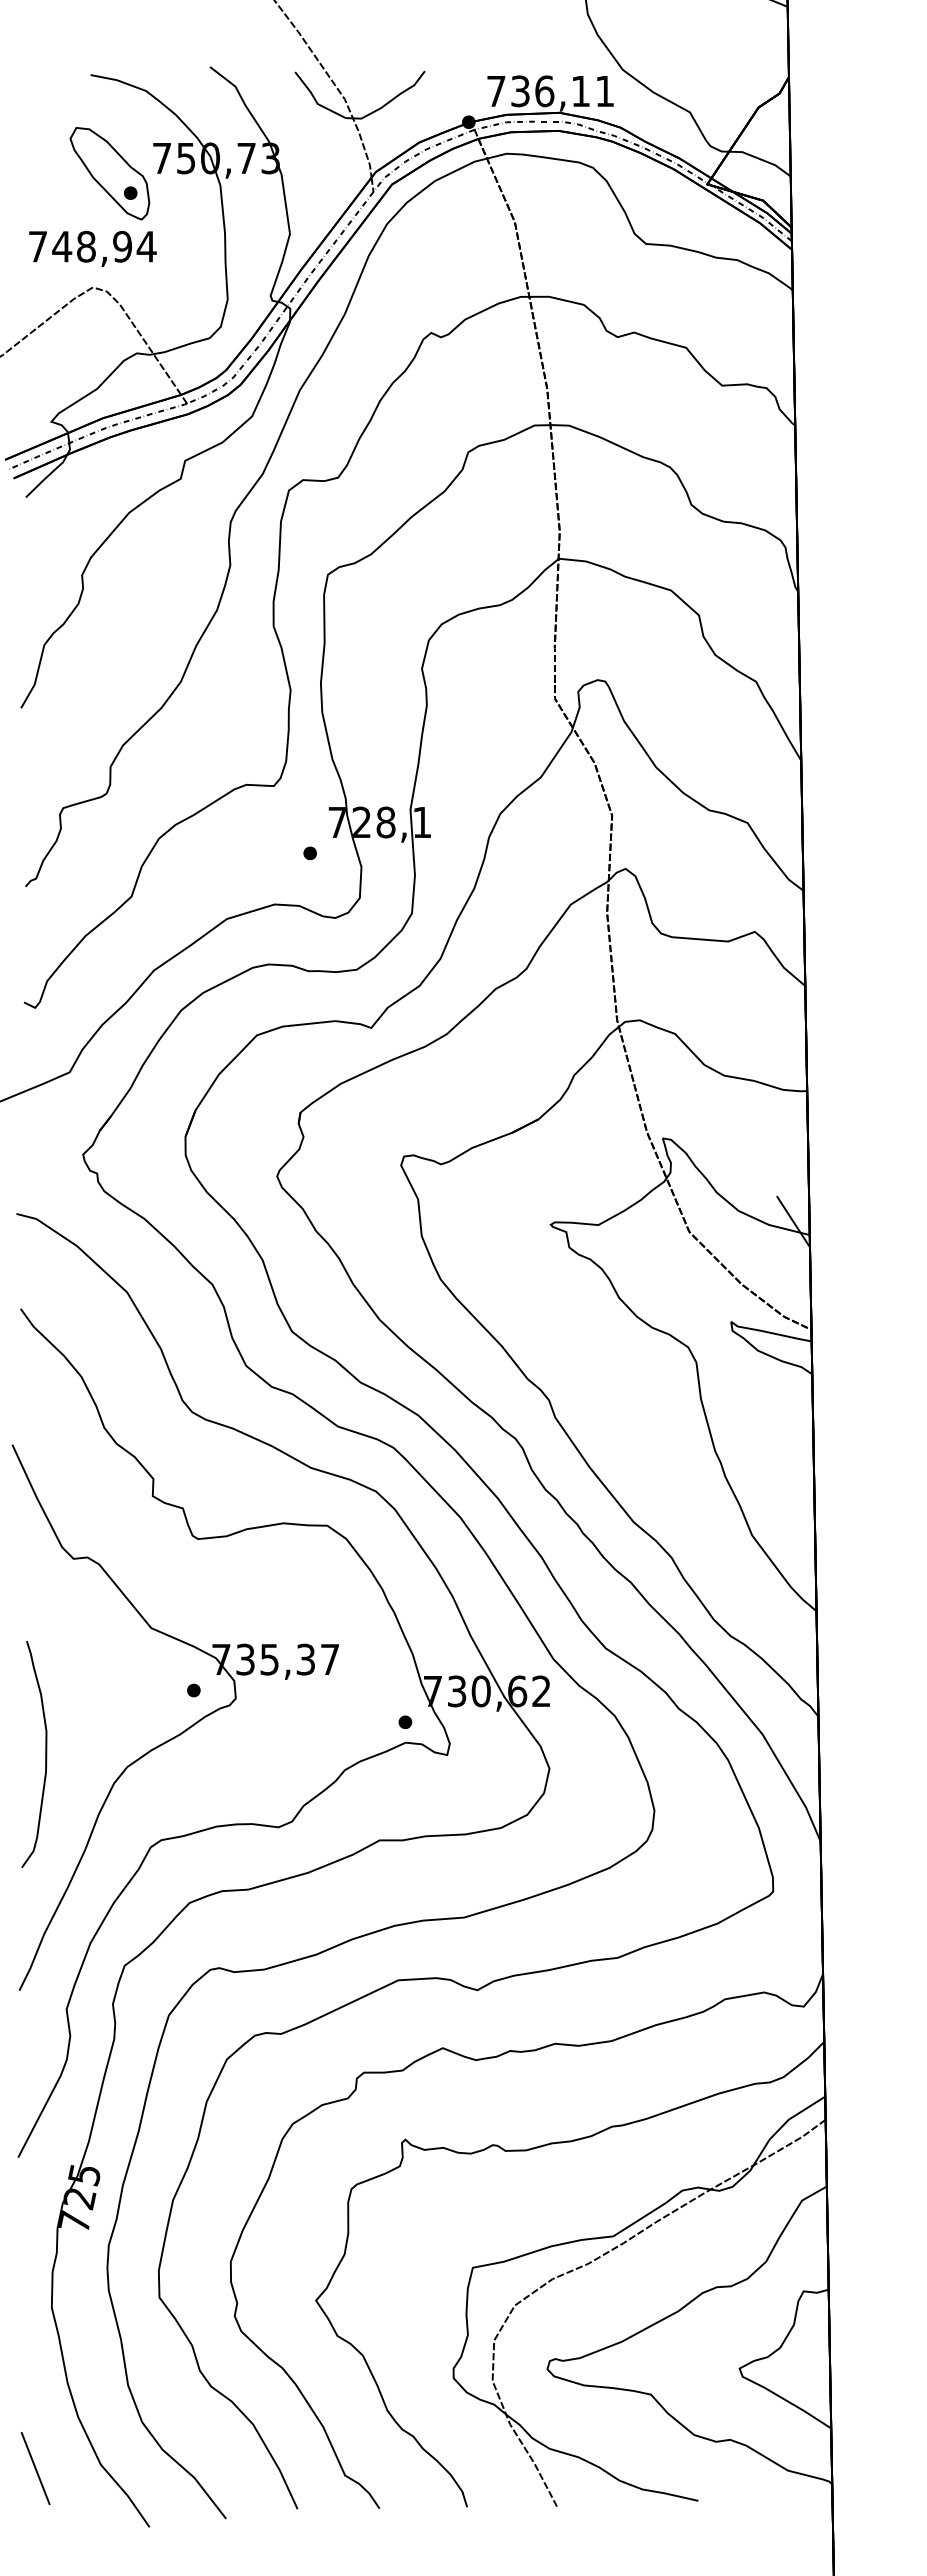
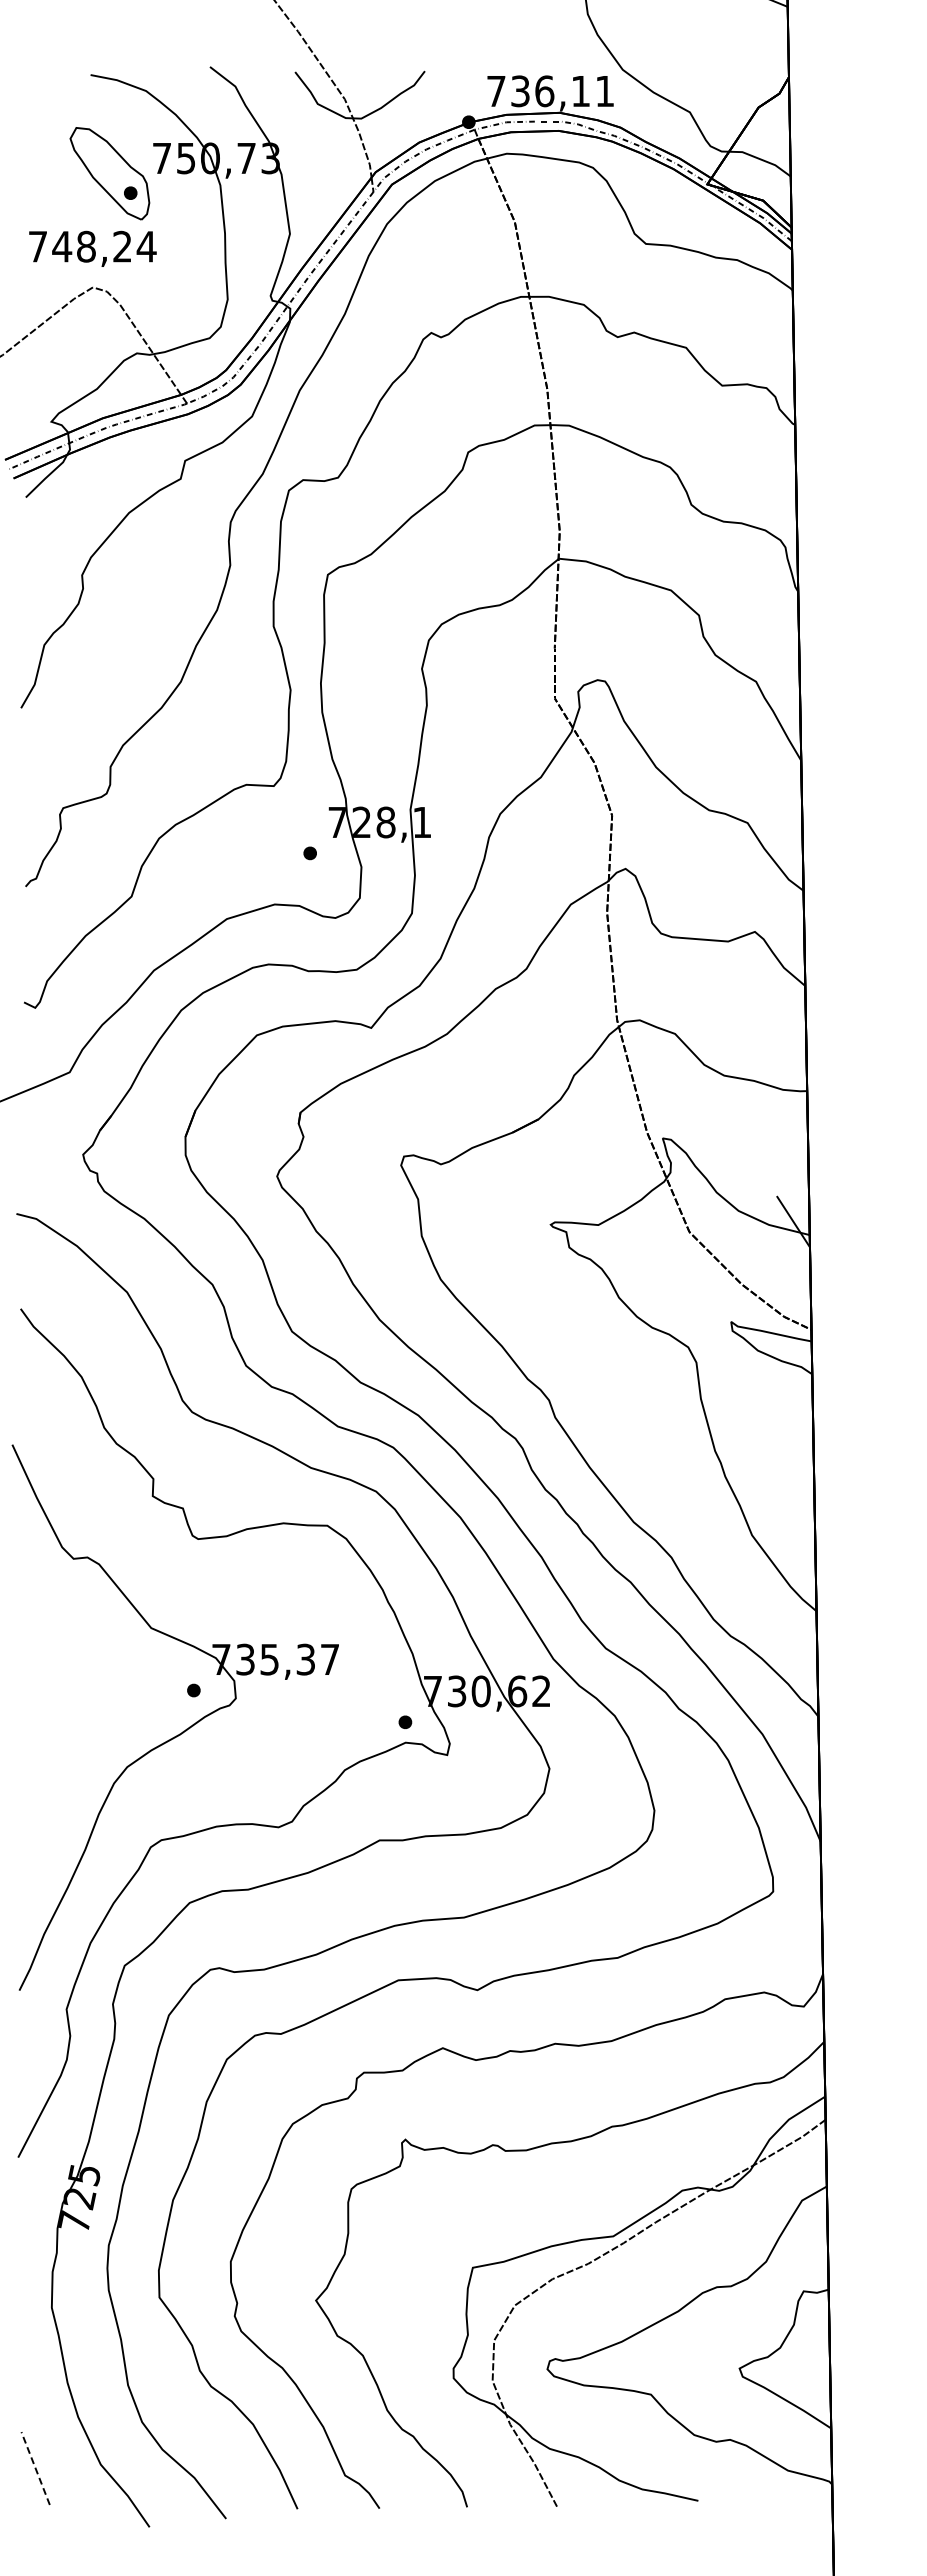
text at (122, 246): 748,94 -> 748,24
curve at (45, 1754): present -> none
line at (35, 2468): solid -> dashed
